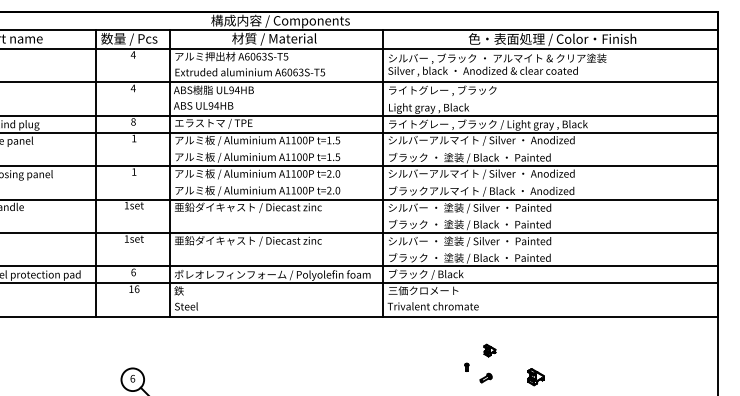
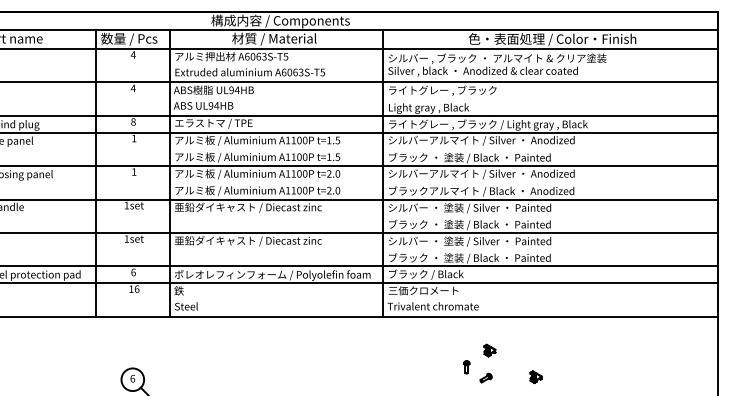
part at (466, 366) size: 6x10 px -> 8x15 px
part at (535, 377) size: 18x19 px -> 14x15 px
